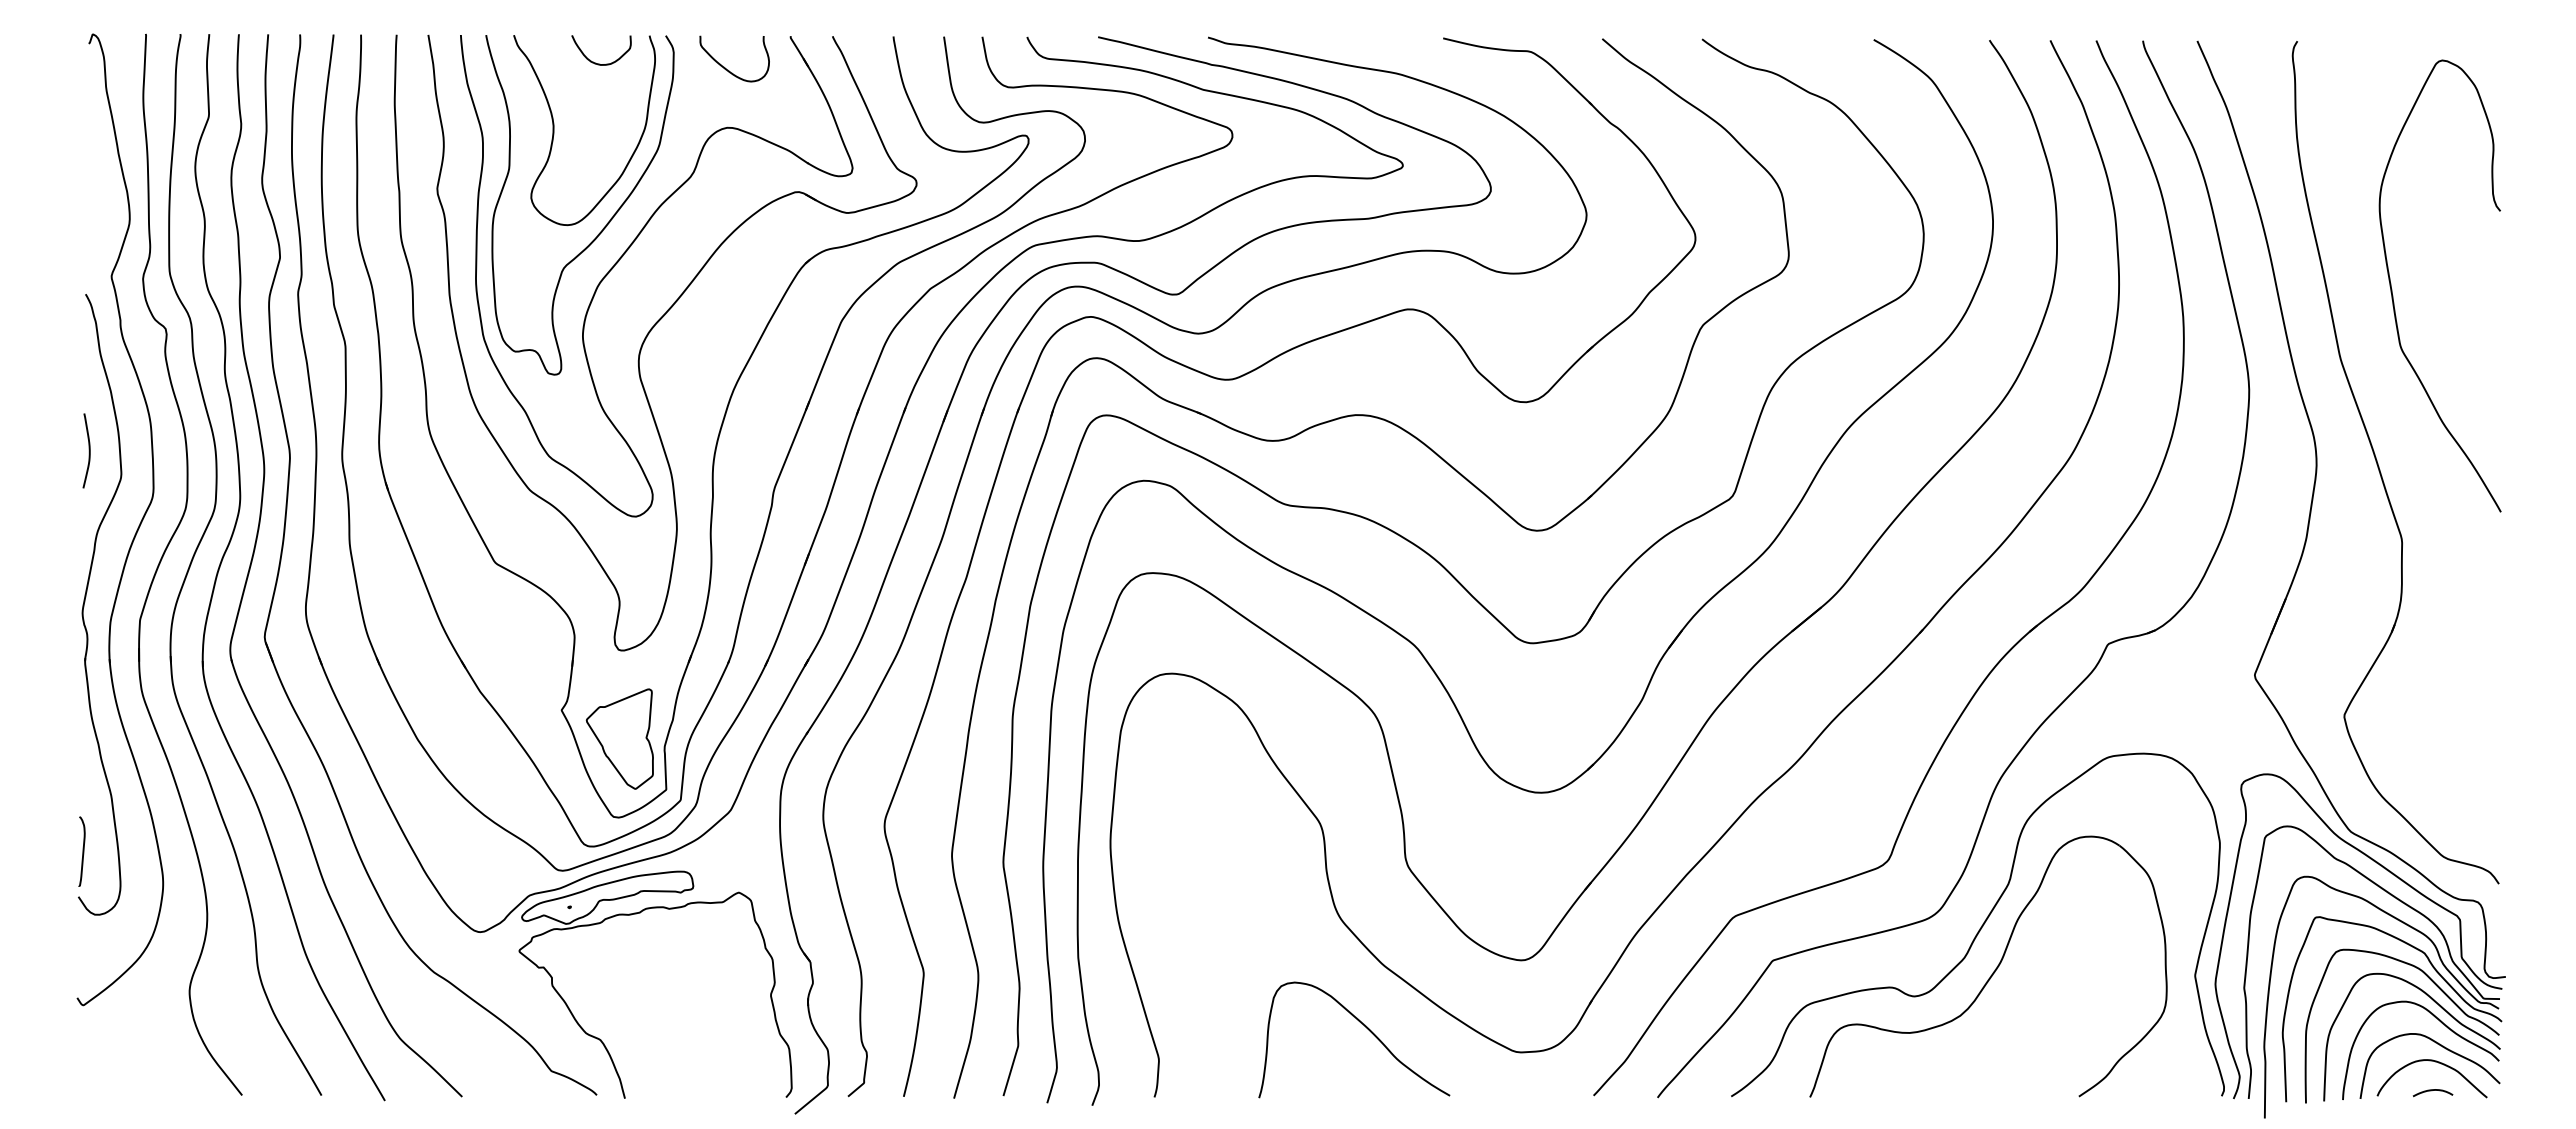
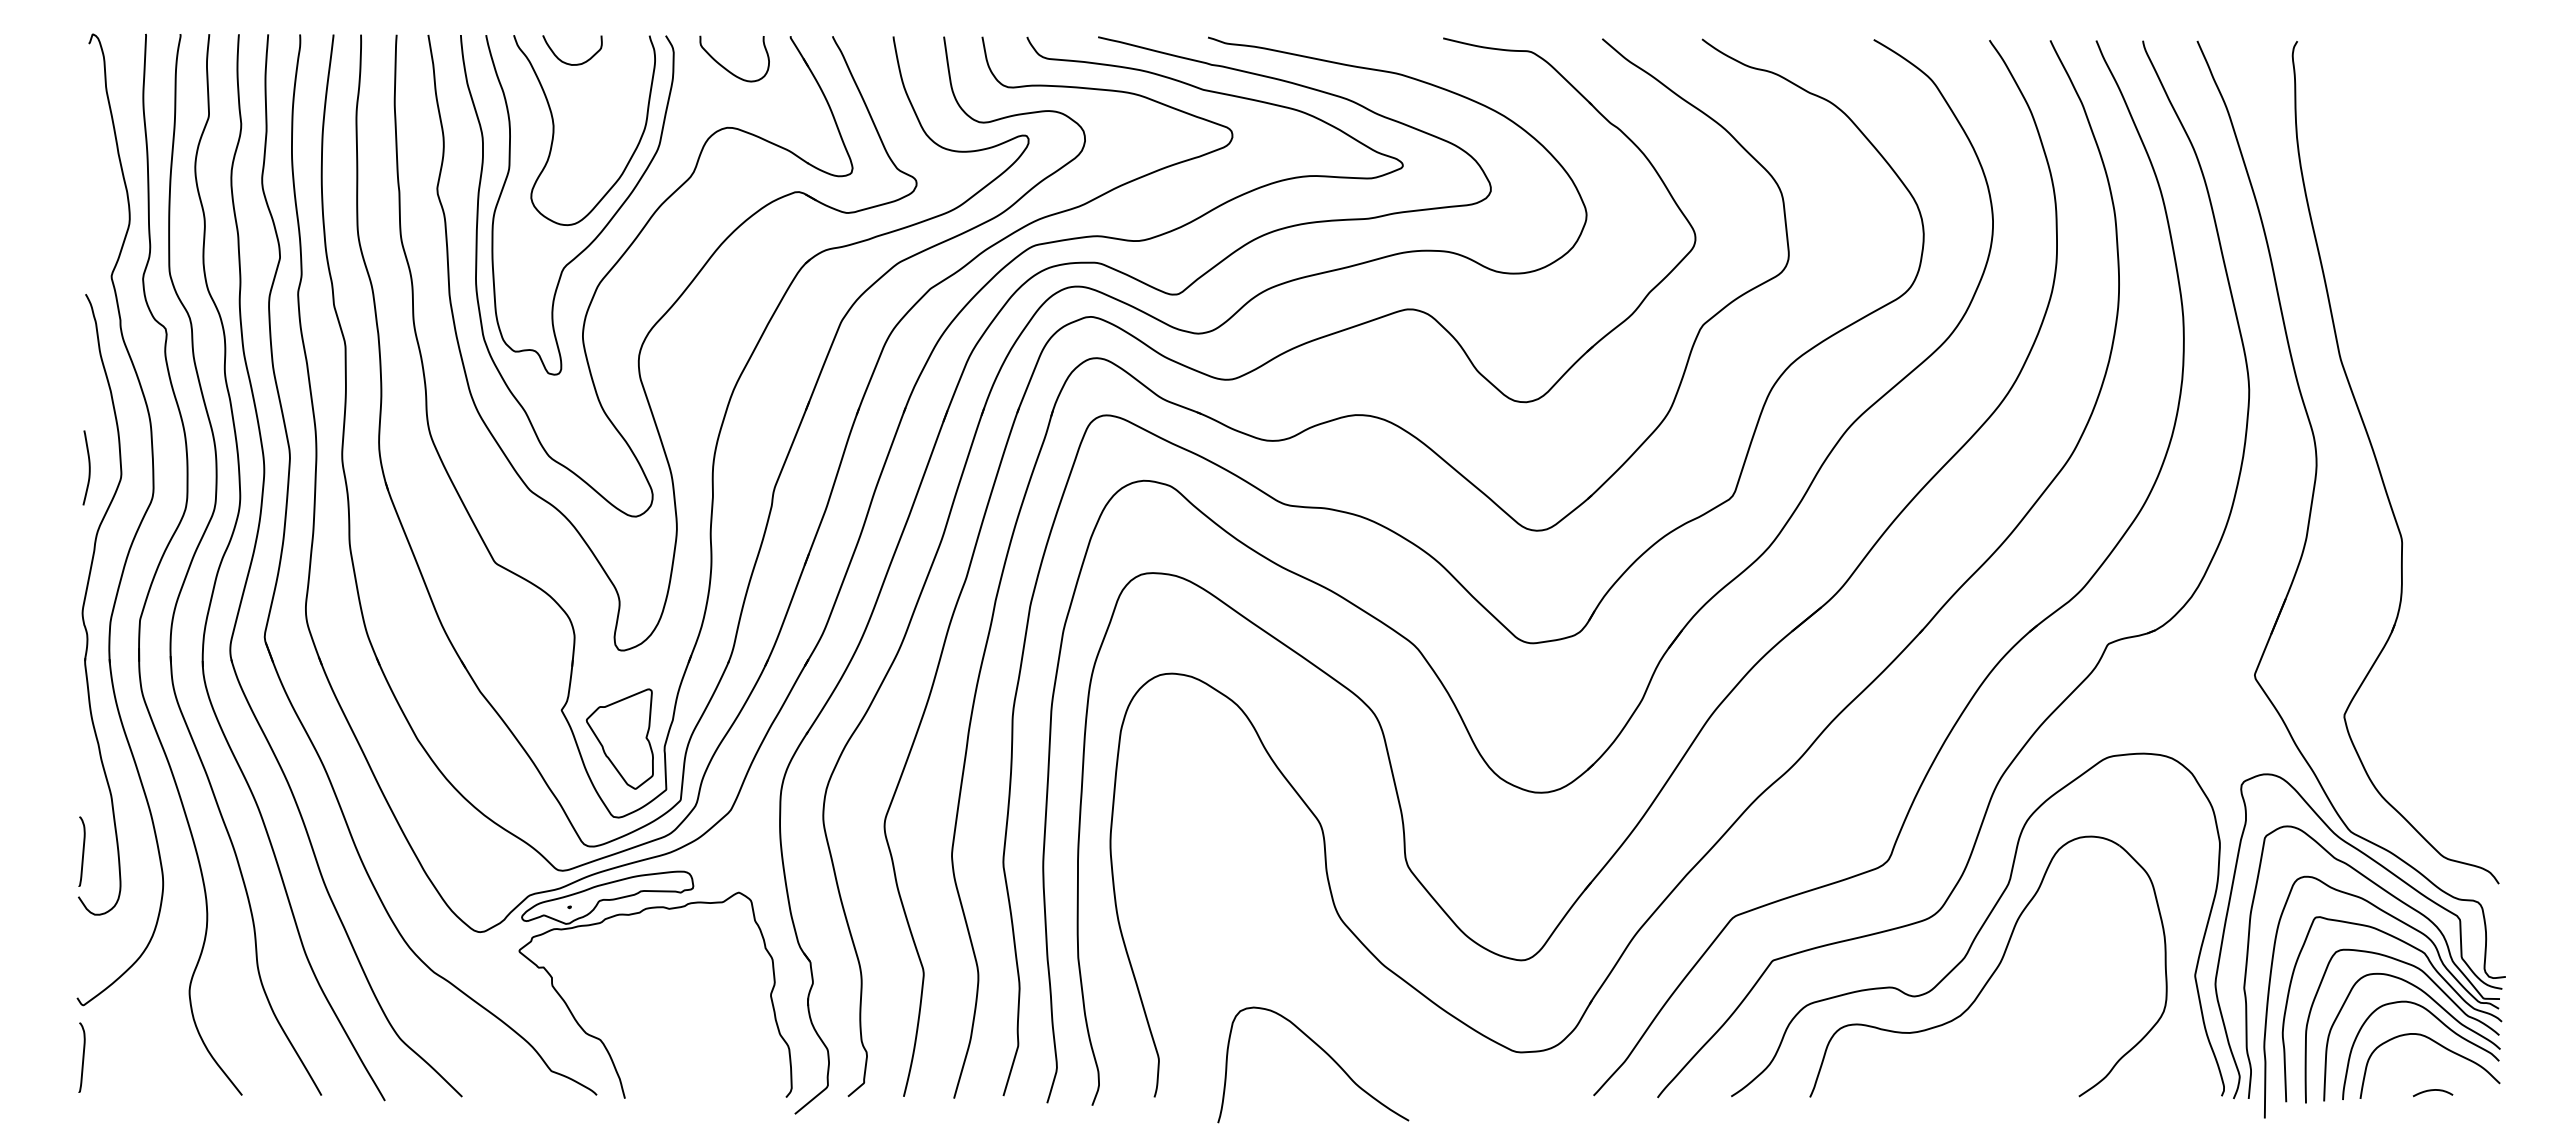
curve at (599, 63) position: (599, 63) -> (570, 63)
curve at (2393, 295): present -> none
curve at (88, 450) position: (88, 450) -> (88, 467)
curve at (1365, 1027) position: (1365, 1027) -> (1324, 1052)
curve at (82, 1057): none -> present
curve at (2435, 1062): present -> none
